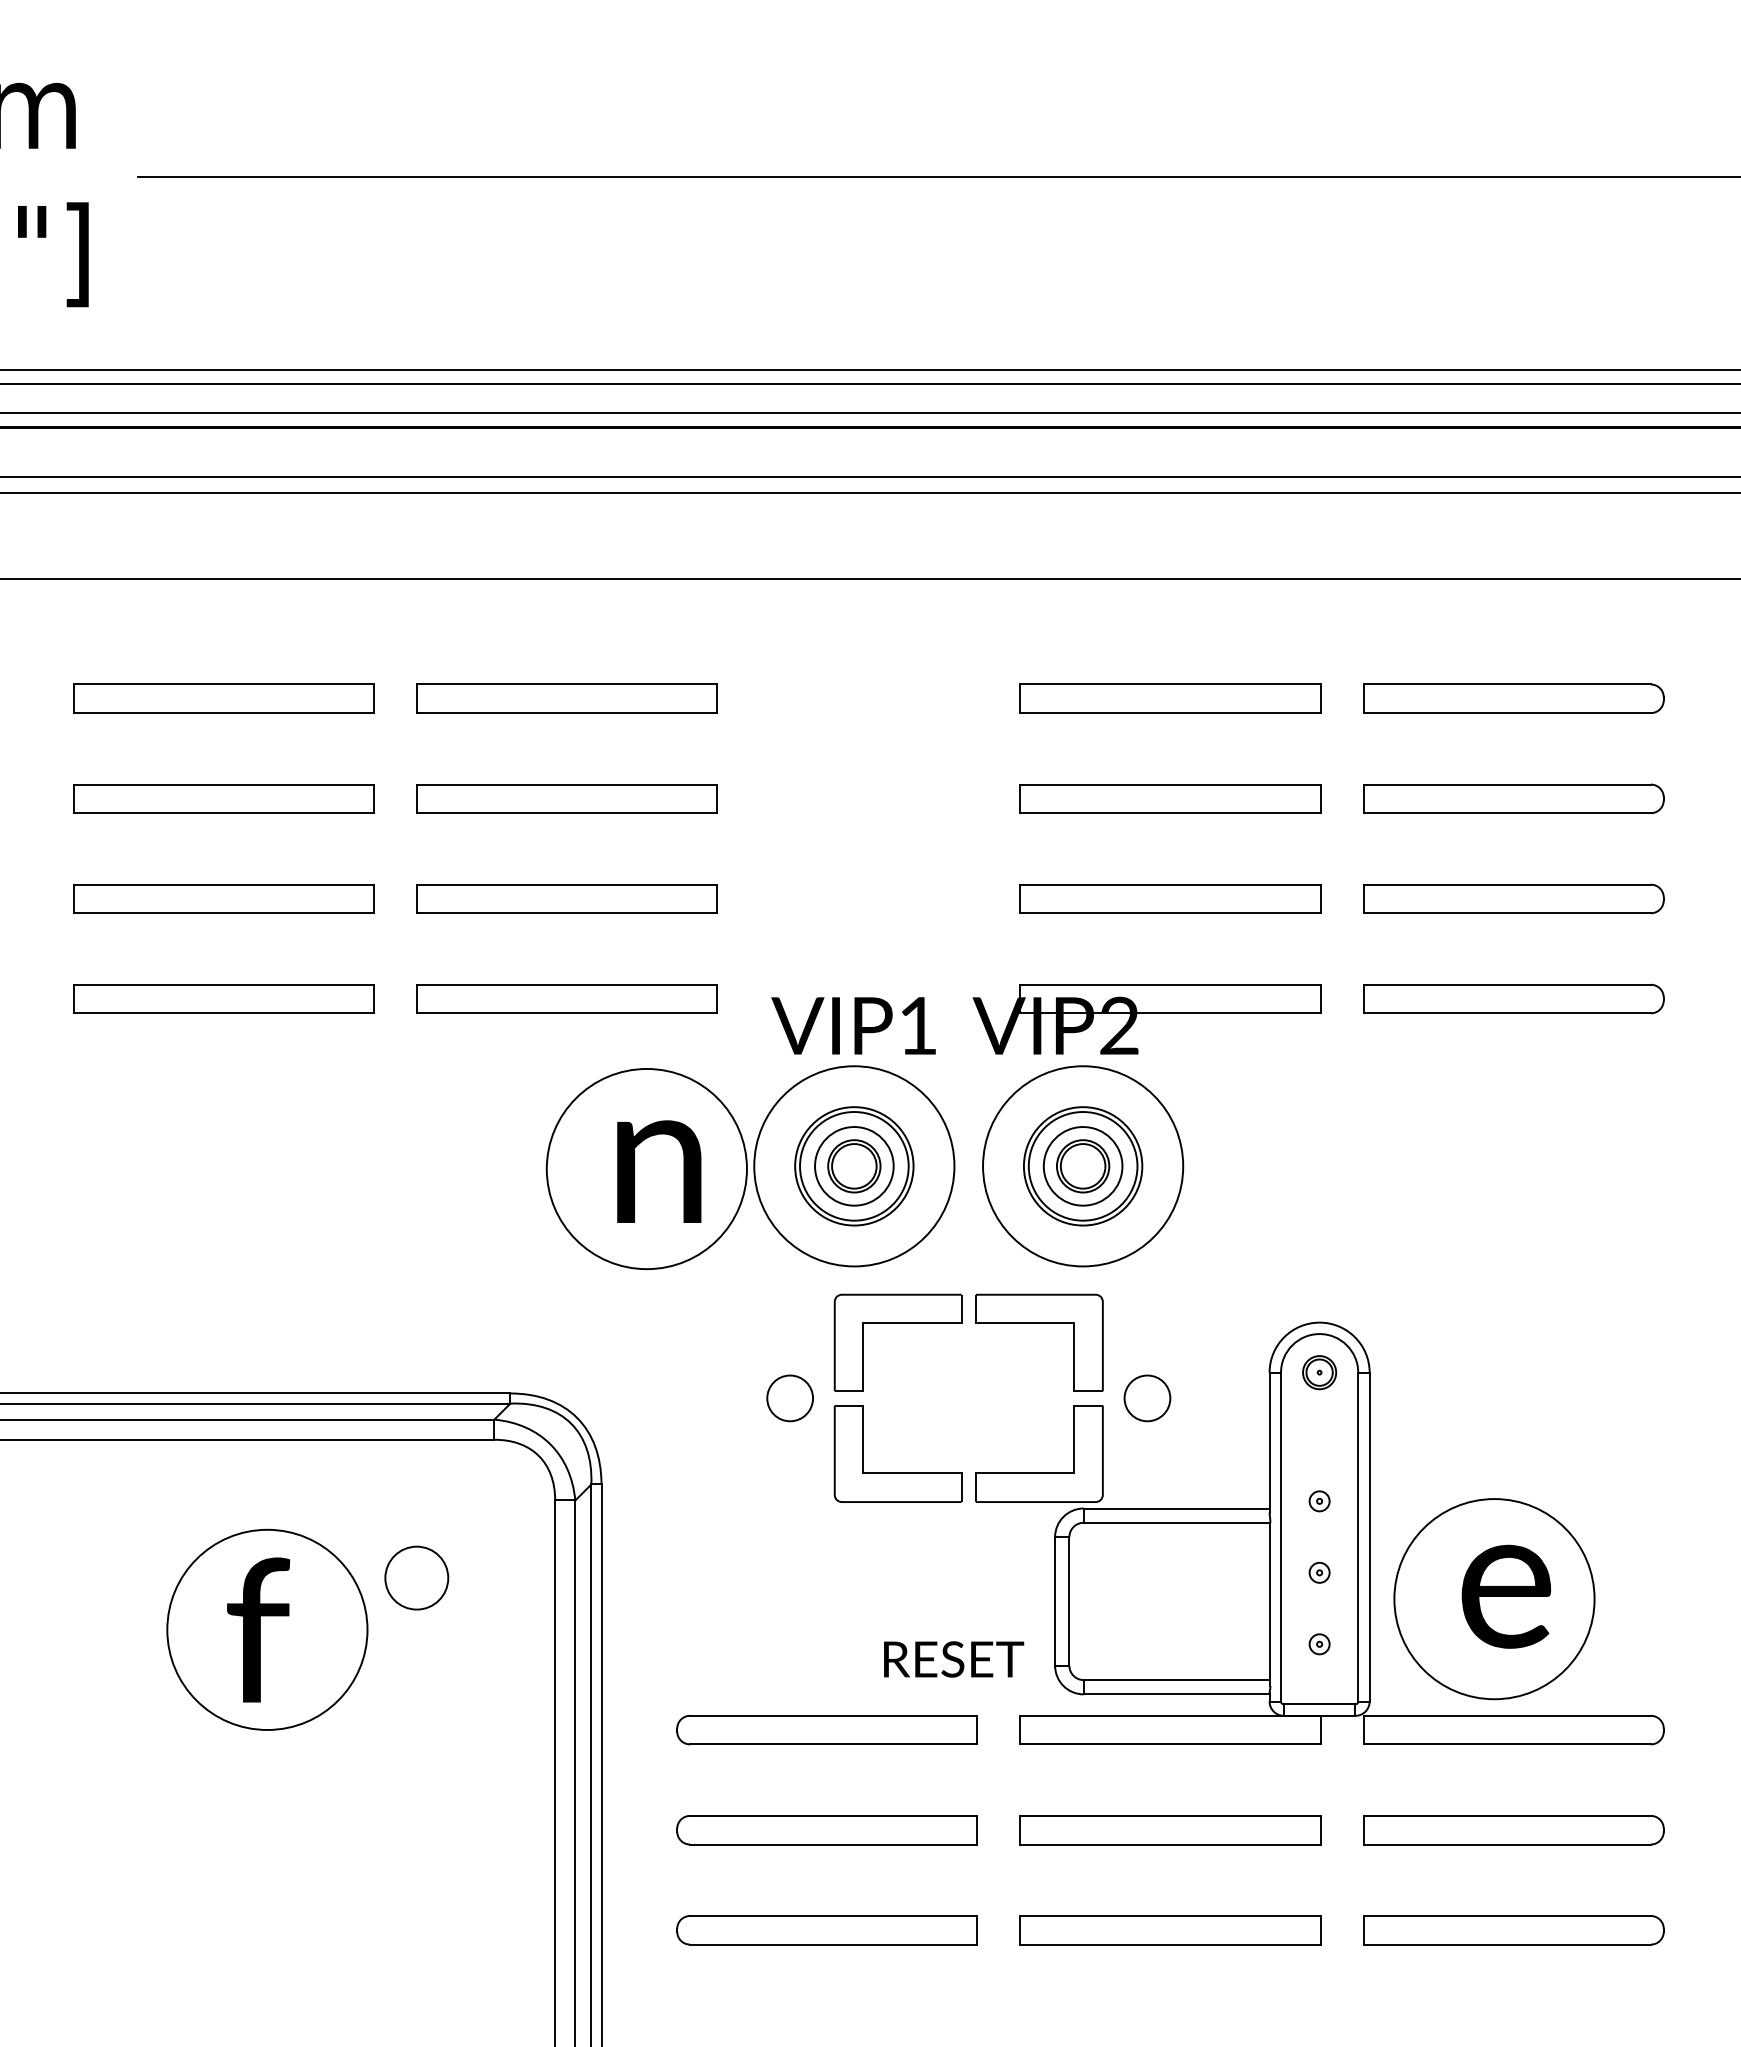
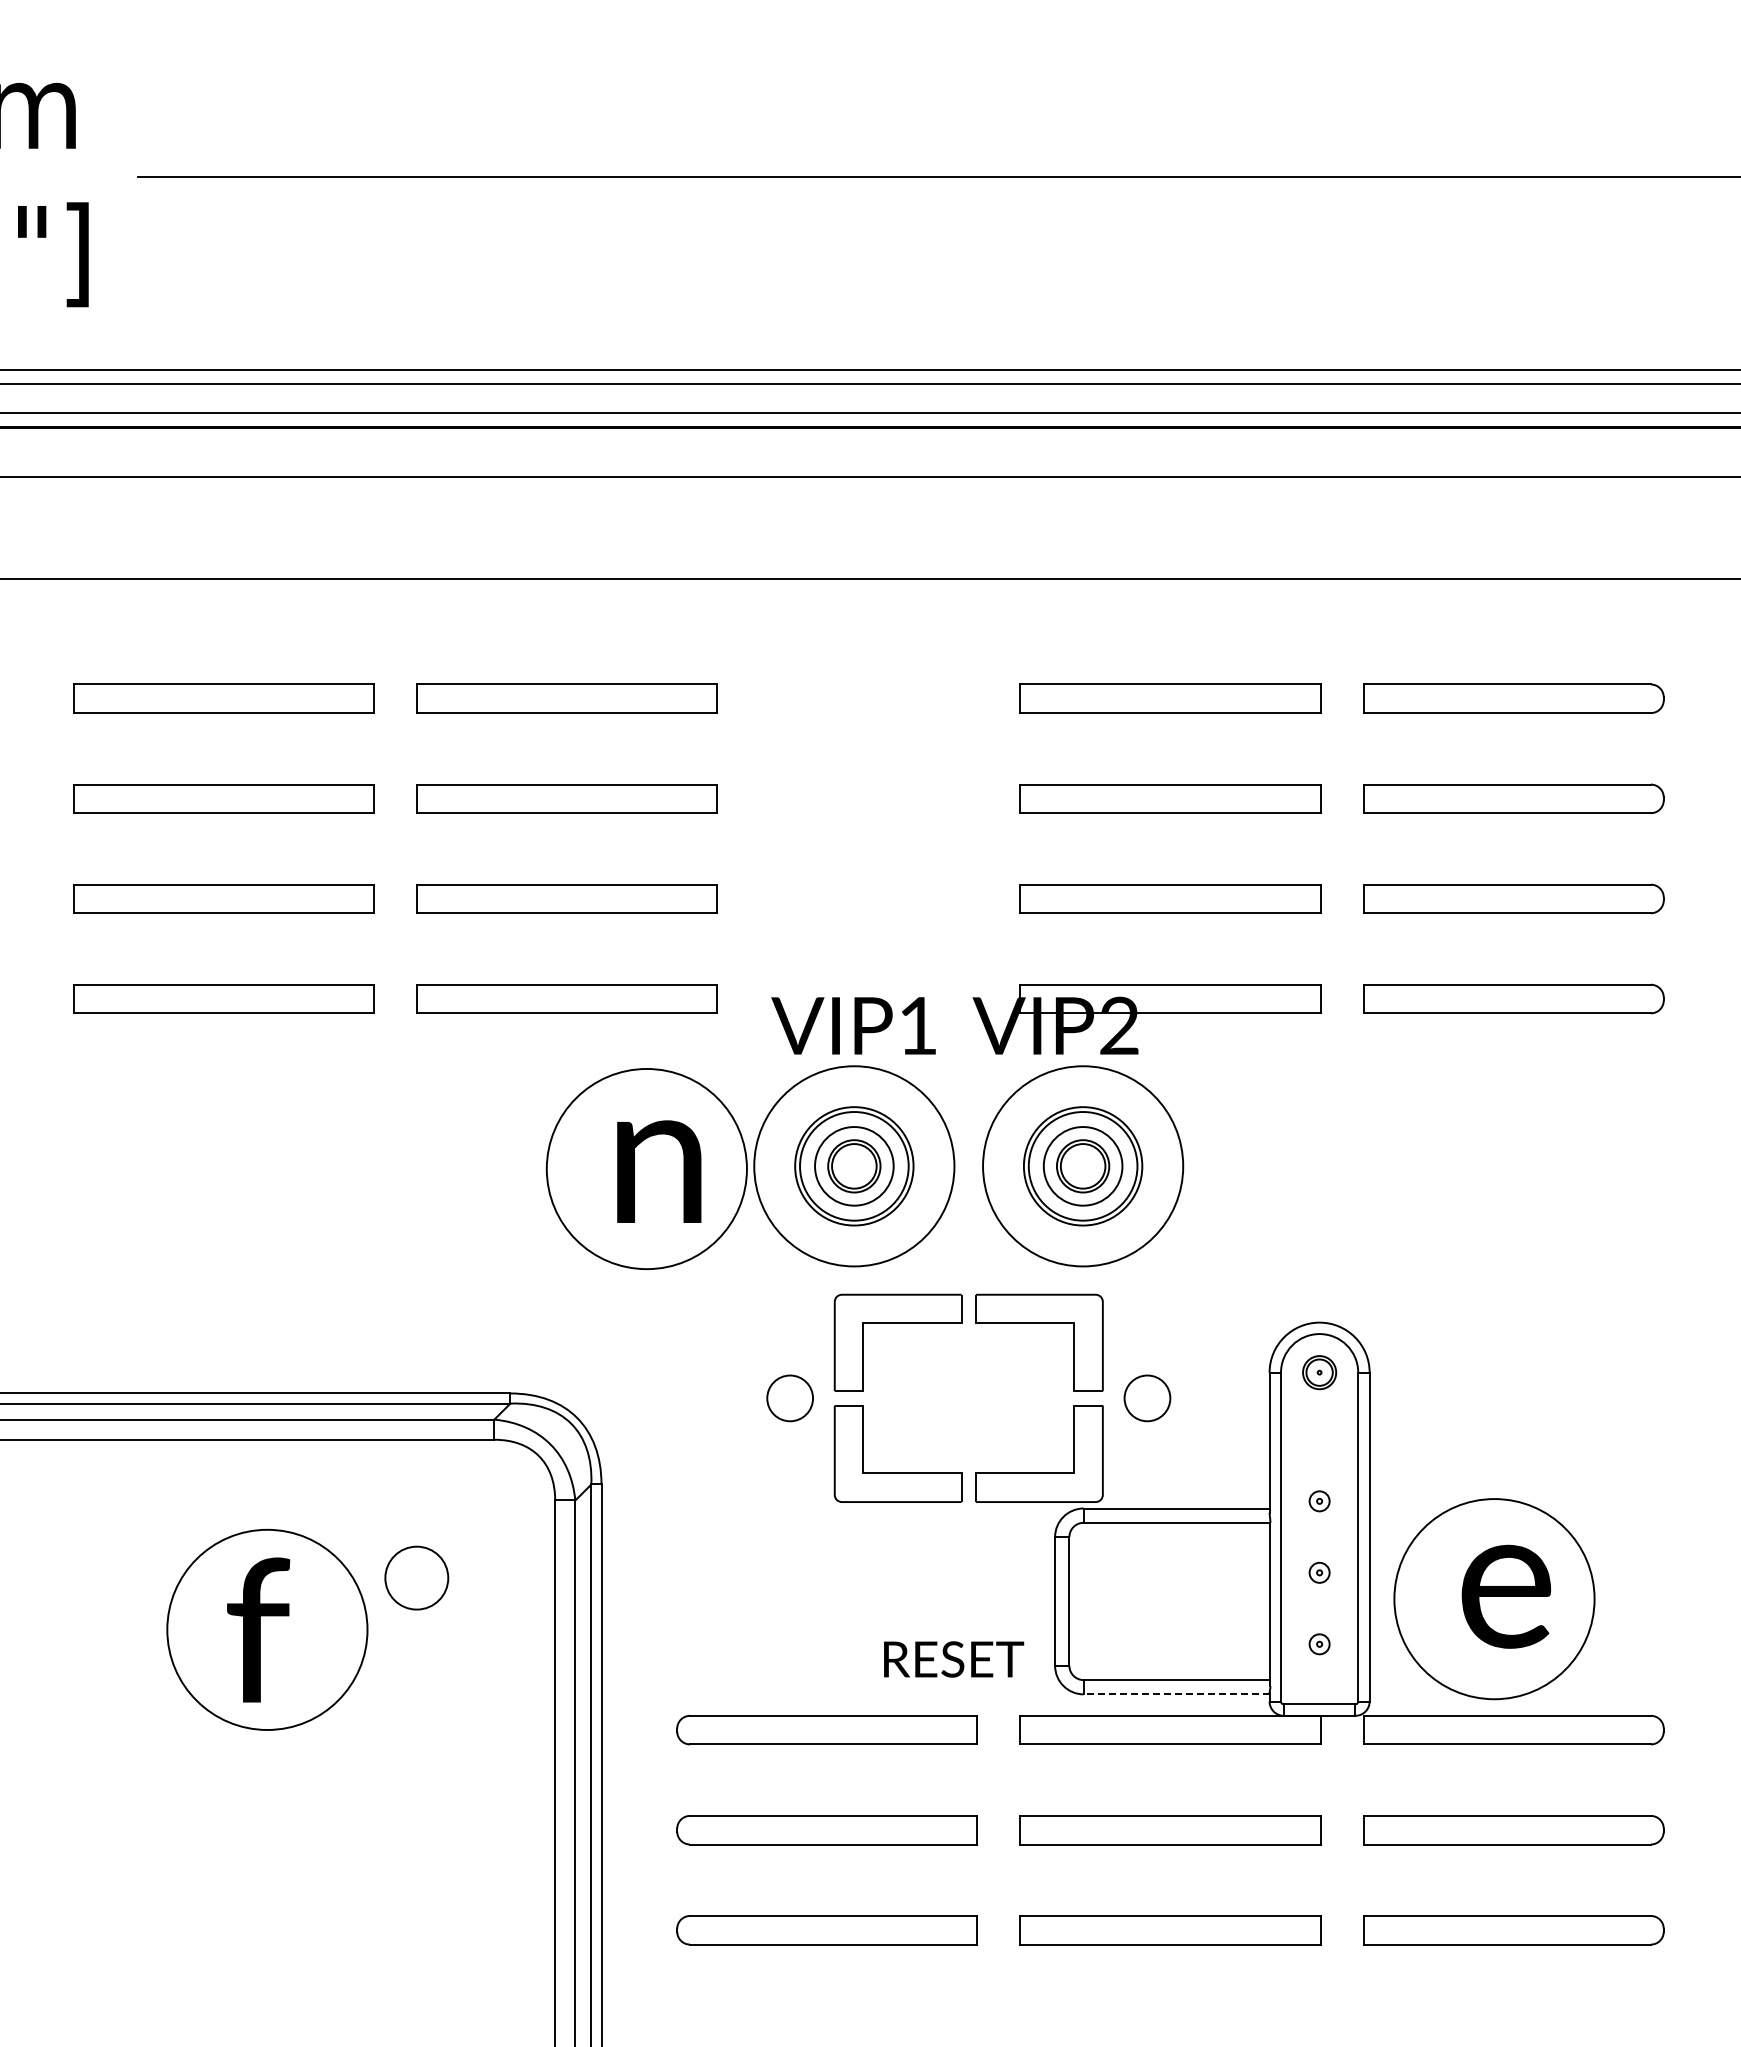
line at (869, 493): present -> none
line at (1176, 1694): solid -> dashed
